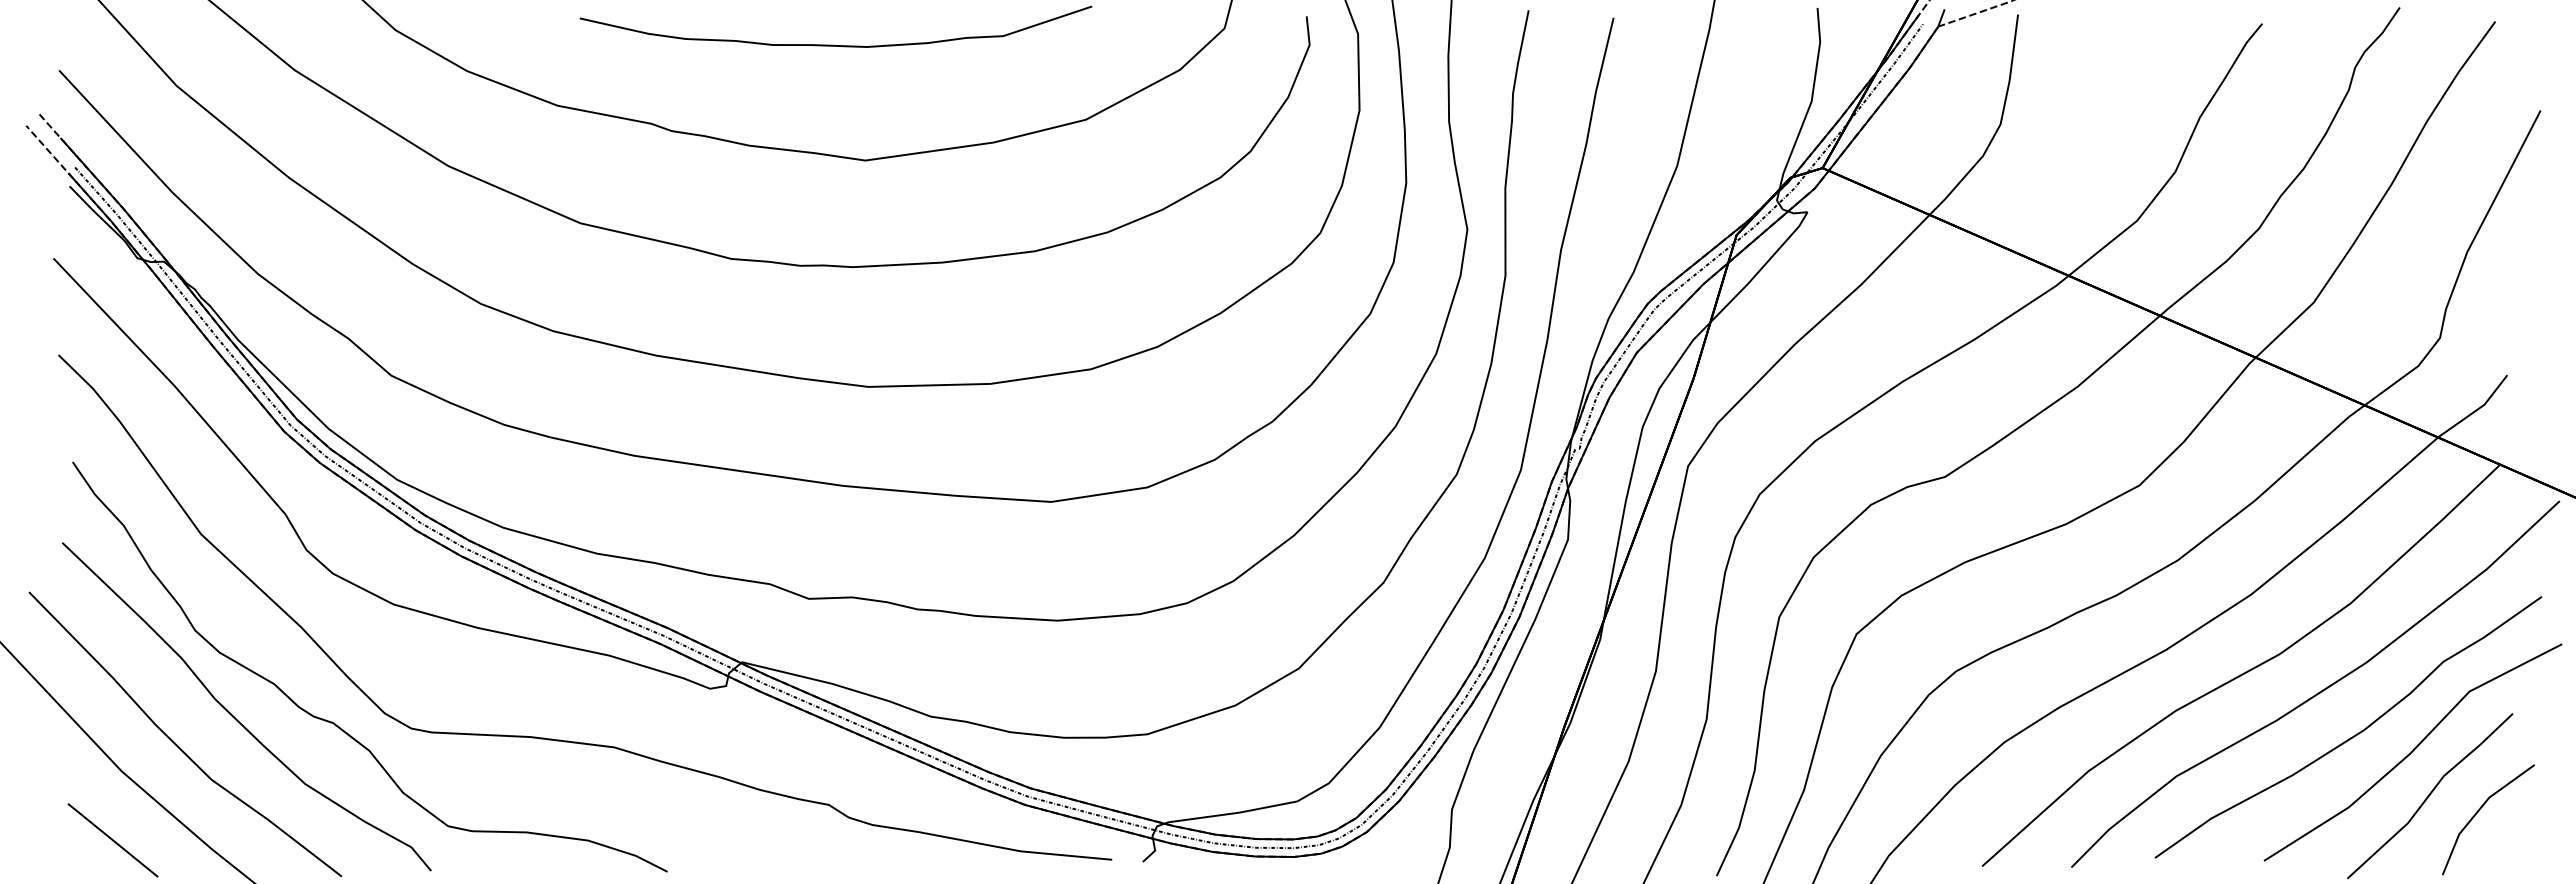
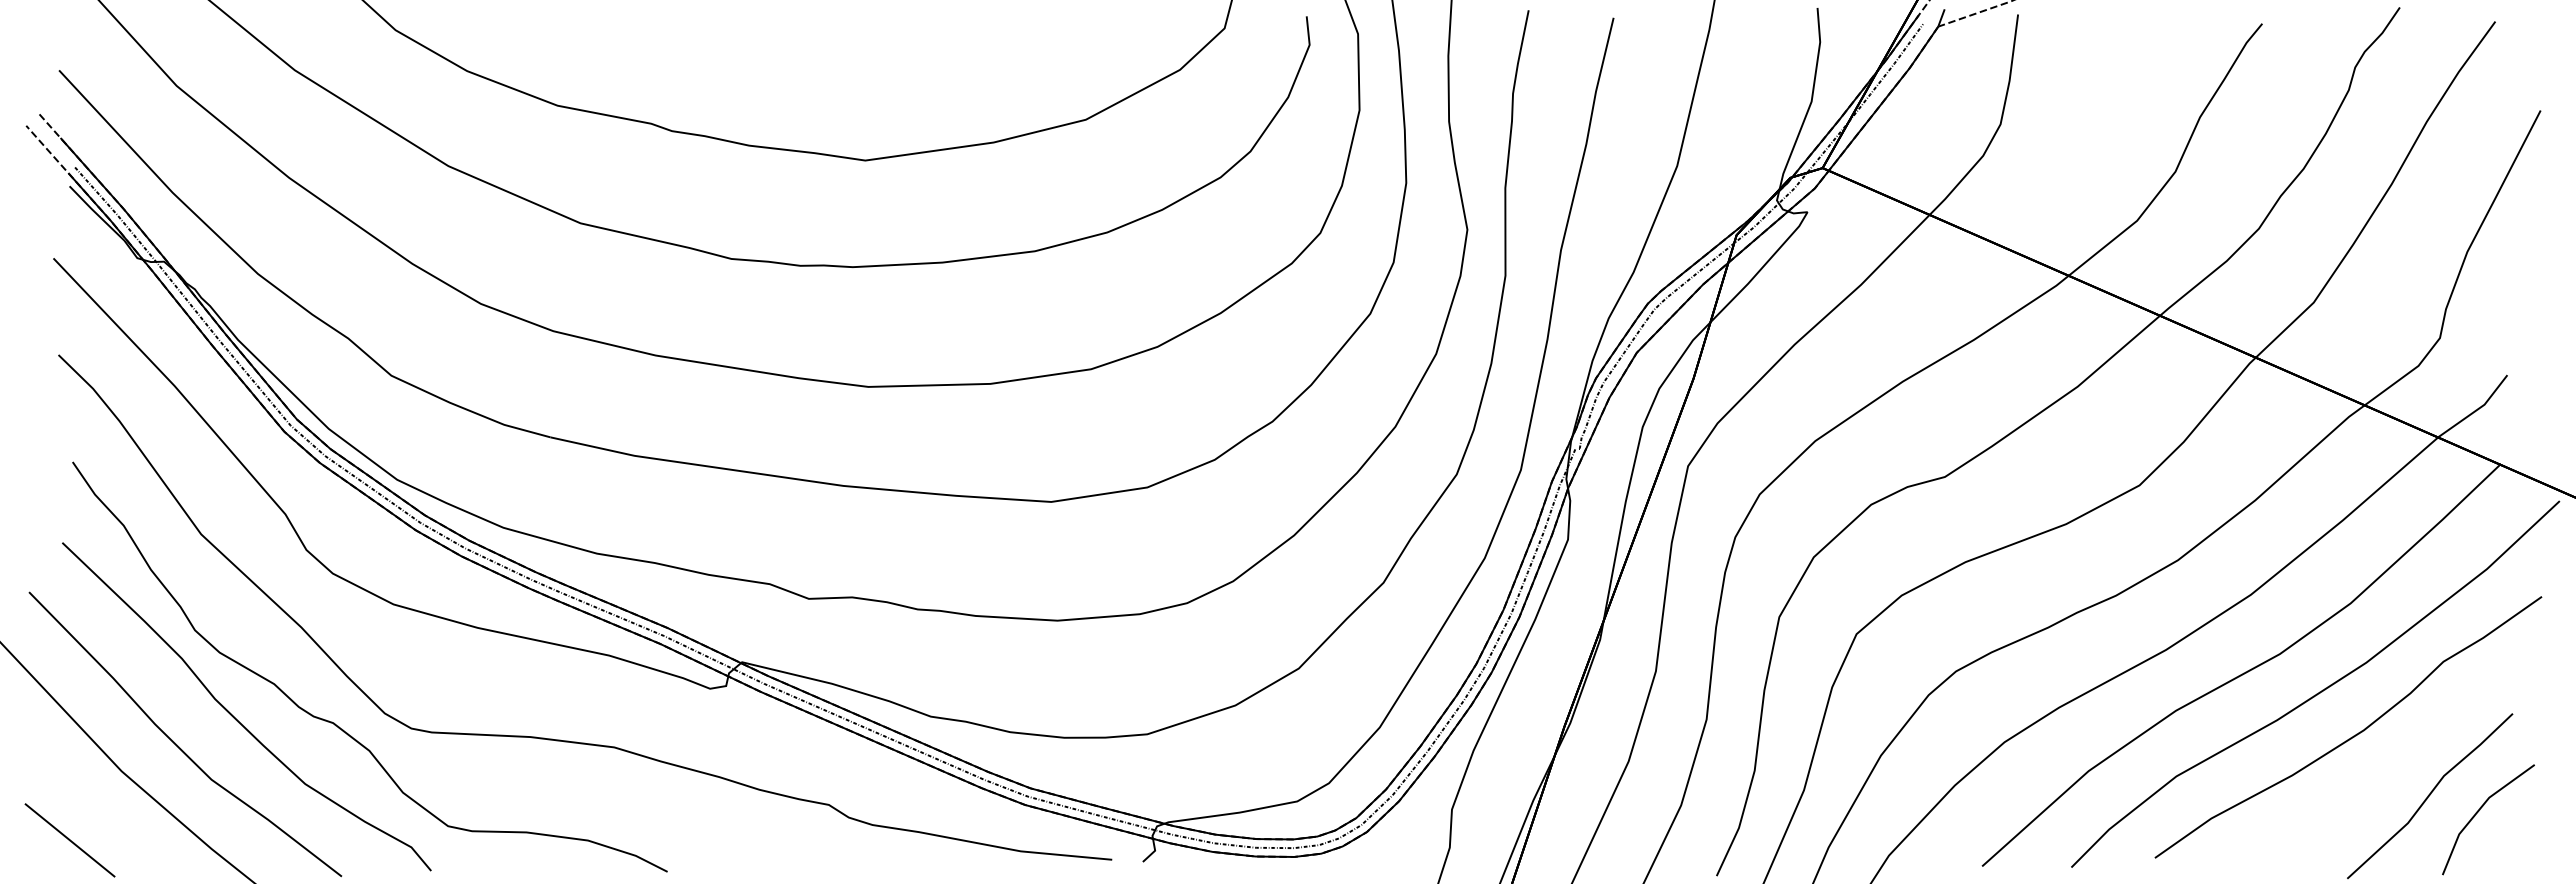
curve at (833, 44): present -> none
part at (2412, 752): present -> none
line at (112, 840) position: (112, 840) -> (69, 840)
